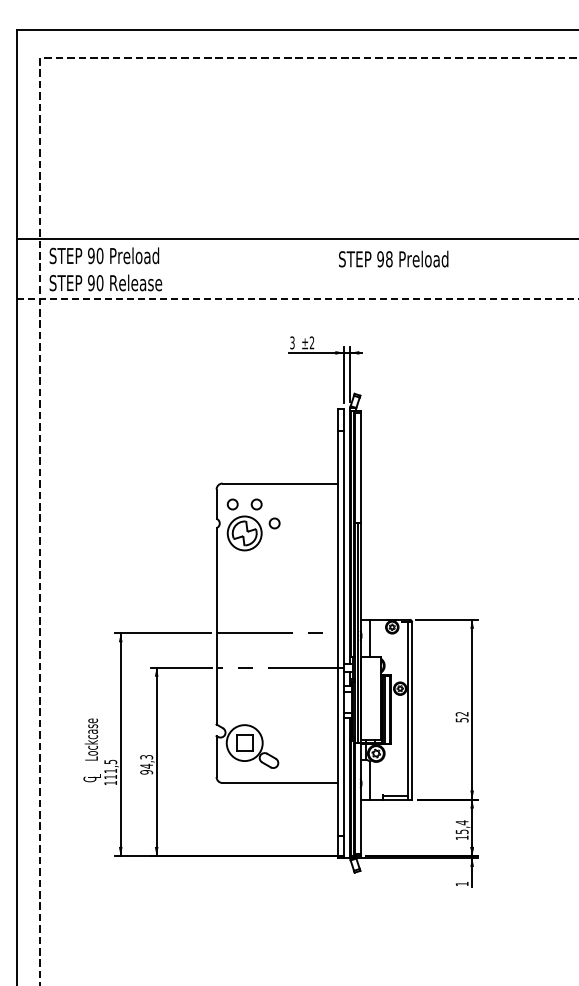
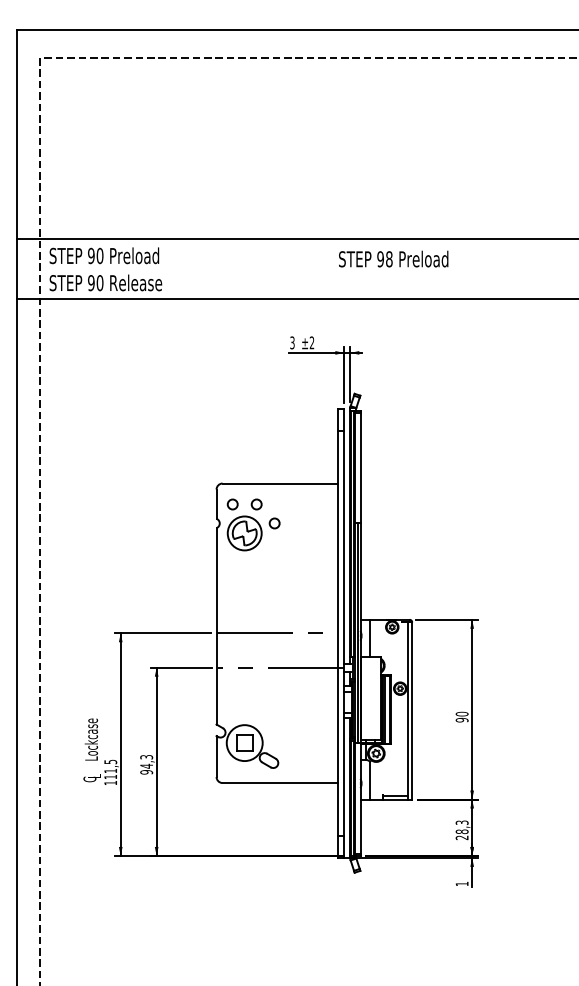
line at (298, 299): dashed -> solid
text at (461, 716): 52 -> 90
text at (461, 830): 15,4 -> 28,3
